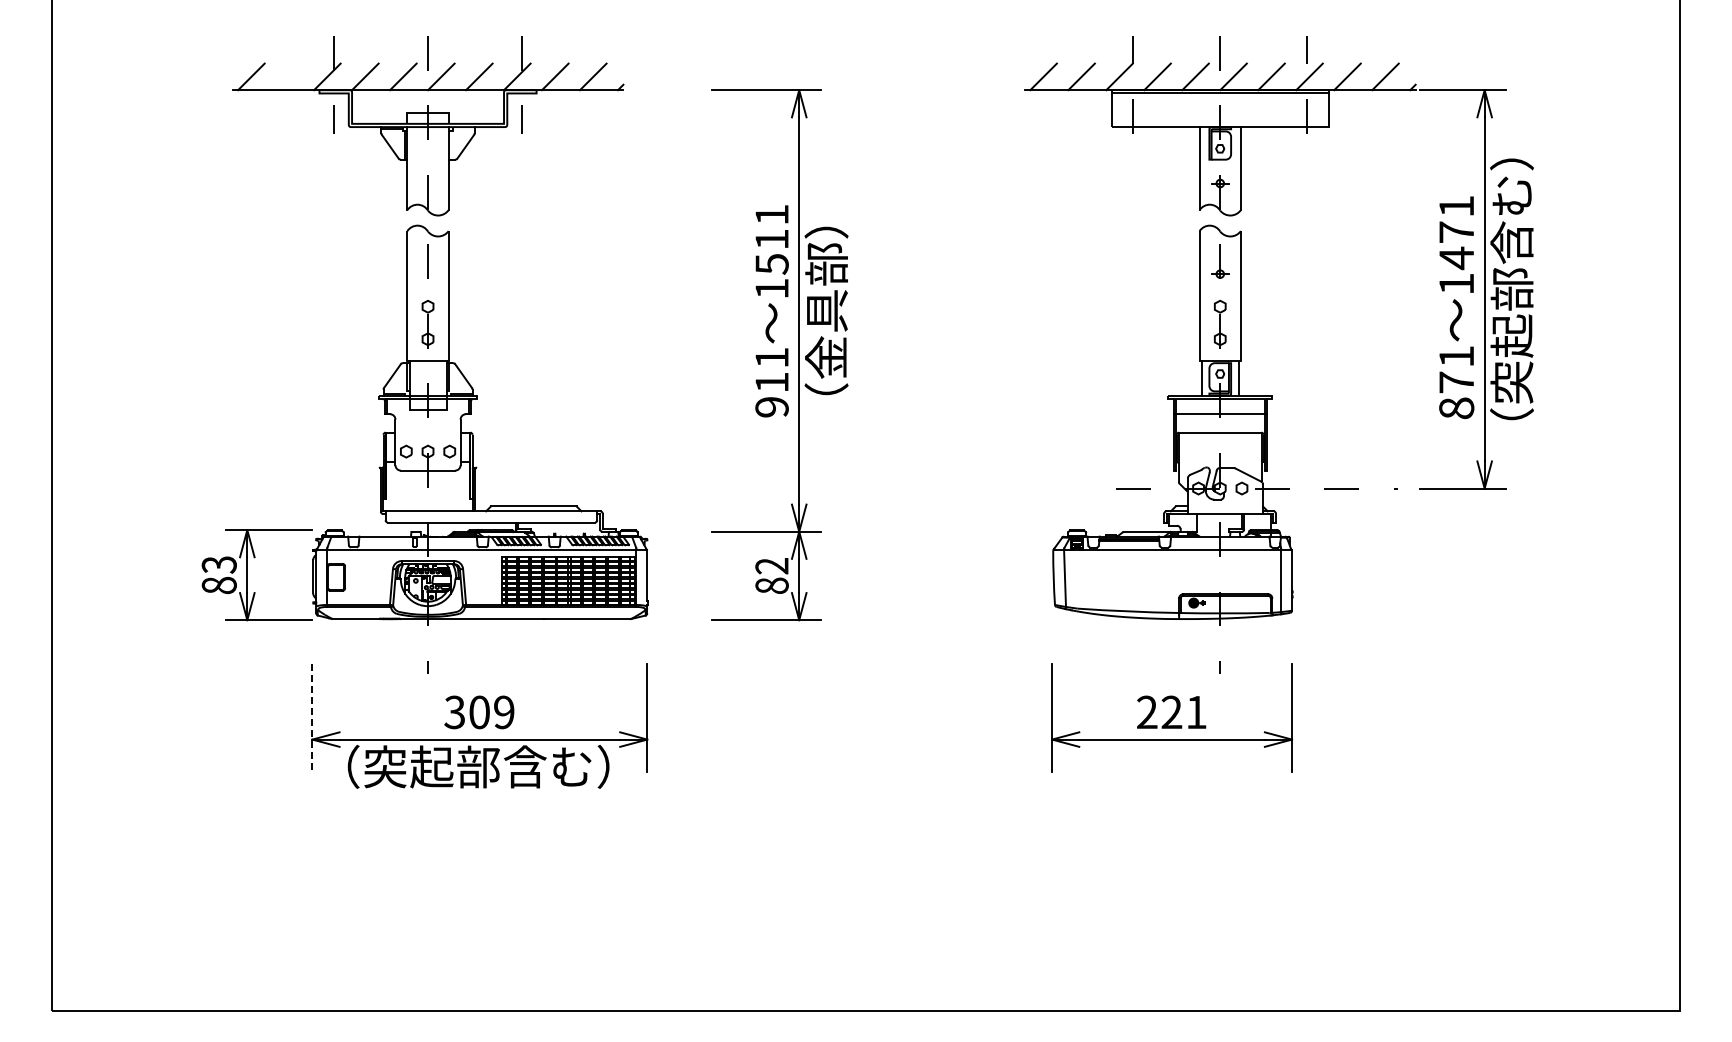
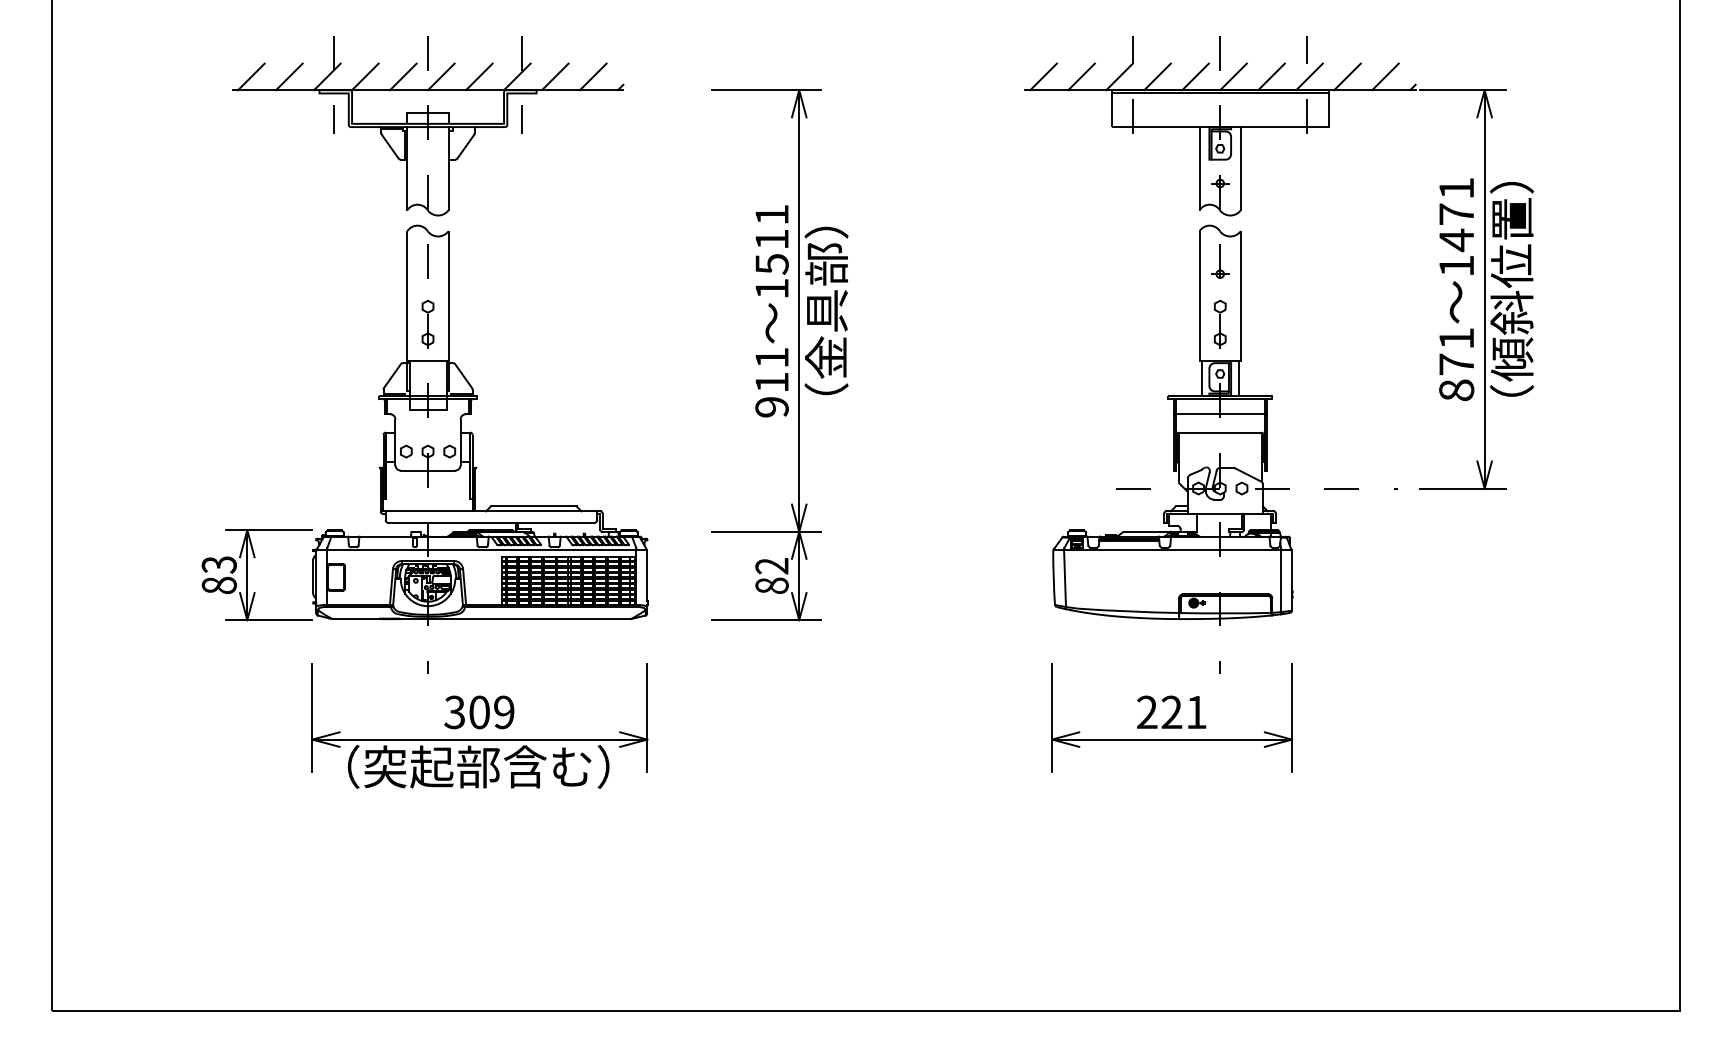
line at (289, 76): none -> present
text at (1511, 289): （突起部含む） -> （傾斜位置）
text at (1456, 307) position: (1456, 307) -> (1456, 289)
line at (312, 718): dashed -> solid
